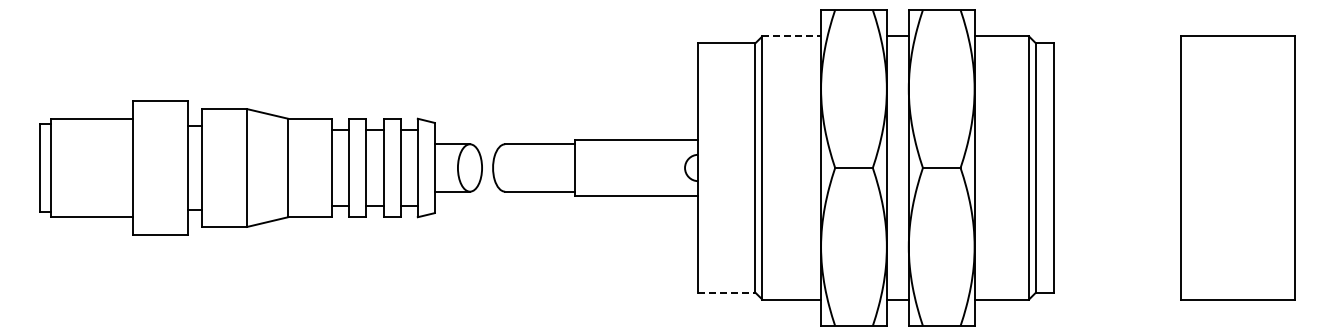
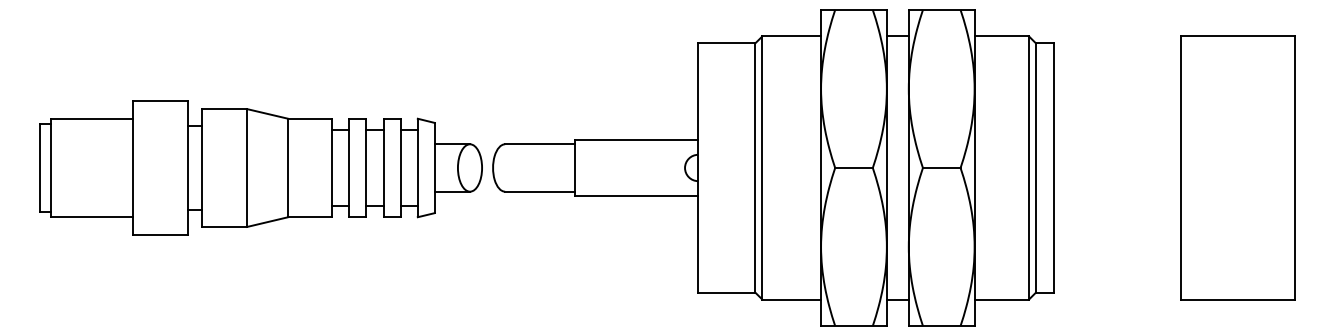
line at (792, 36): dashed -> solid
line at (726, 292): dashed -> solid
